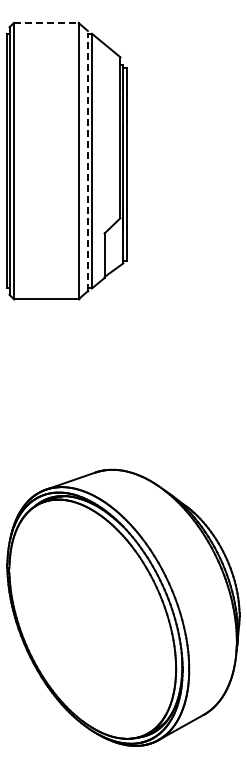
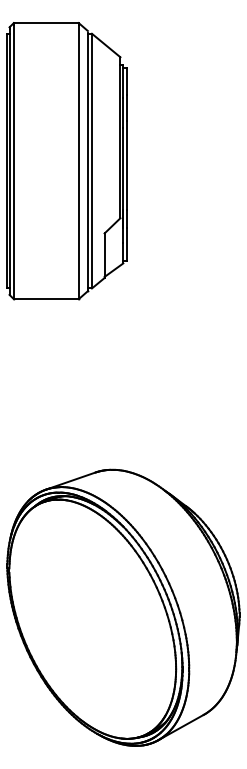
line at (46, 23): dashed -> solid
line at (87, 161): dashed -> solid
